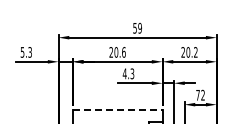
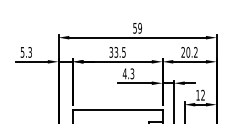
text at (117, 52): 20.6 -> 33.5
text at (197, 95): 72 -> 12
line at (117, 110): dashed -> solid
